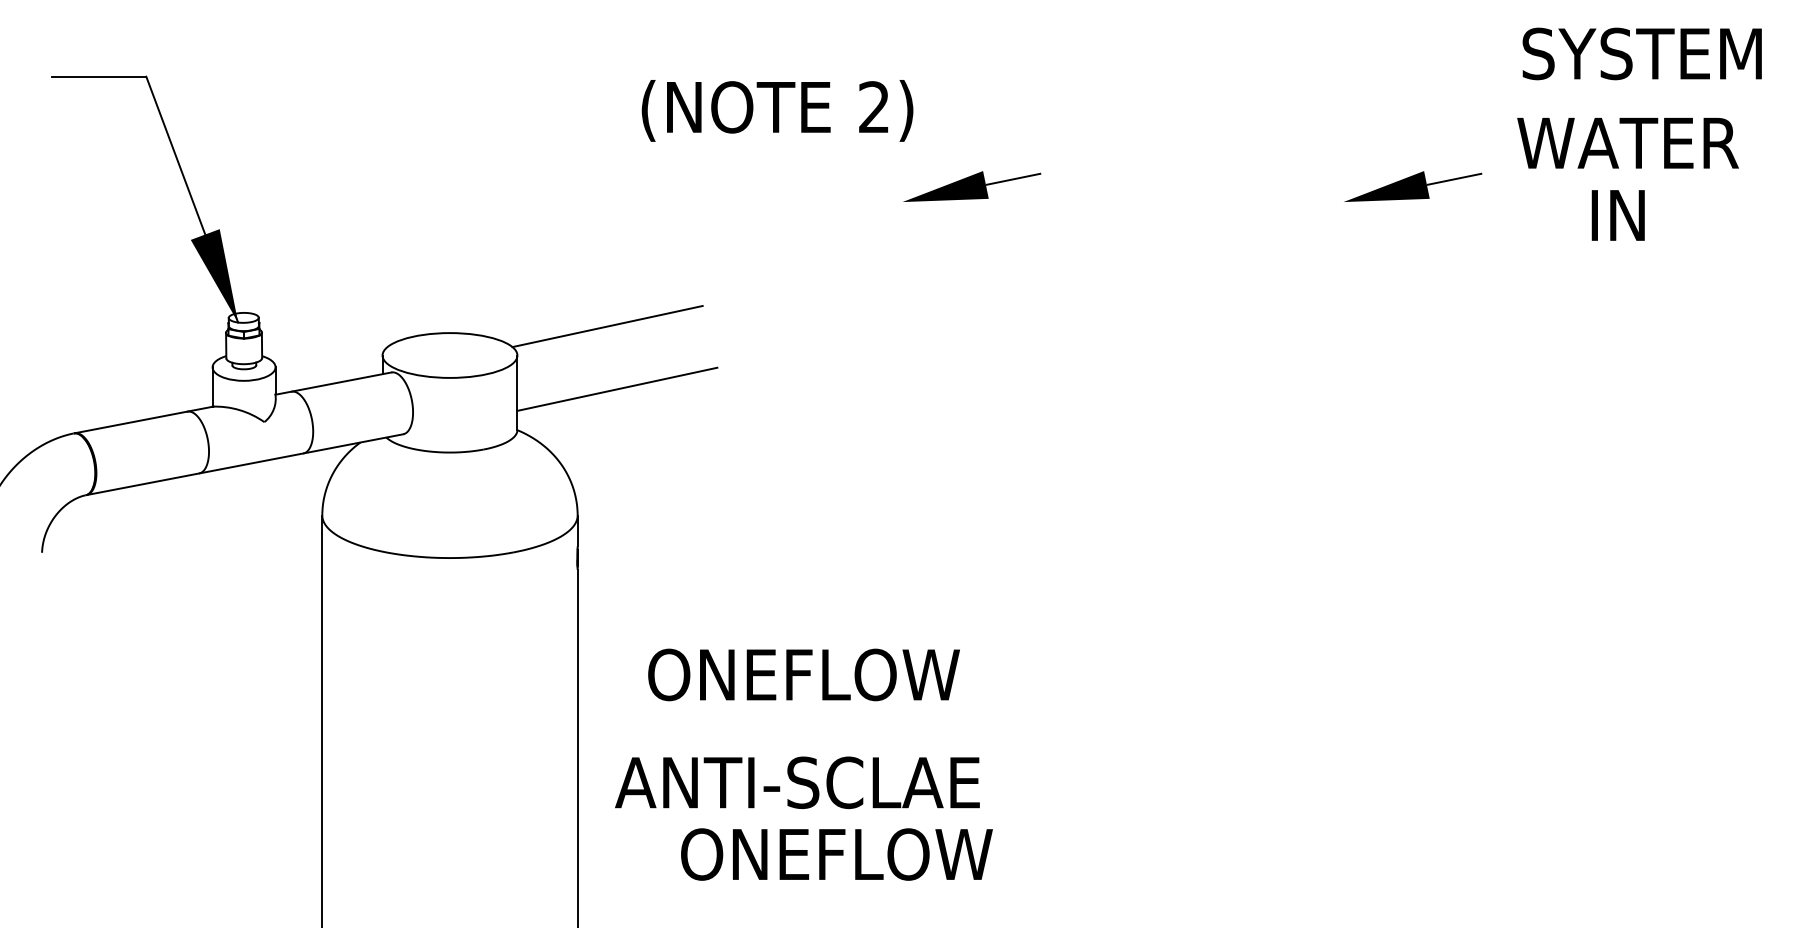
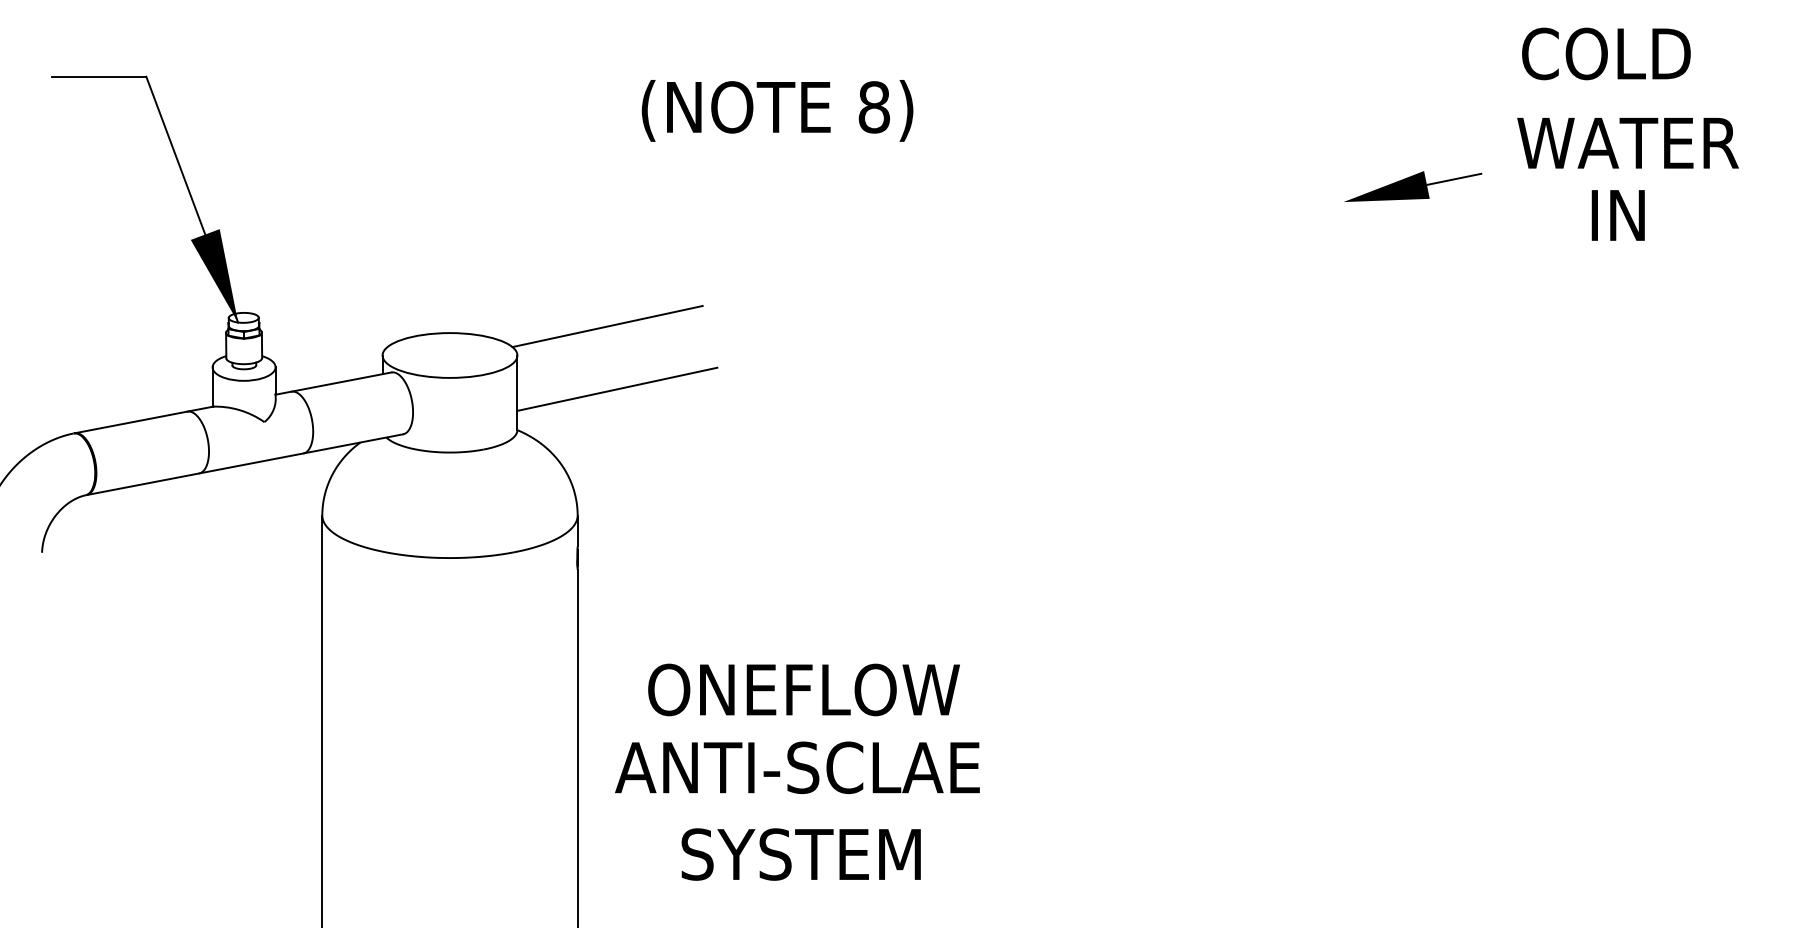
text at (1641, 53): SYSTEM -> COLD
text at (874, 107): 2) -> 8)
part at (972, 186): present -> none
text at (803, 674) position: (803, 674) -> (803, 689)
text at (797, 782) position: (797, 782) -> (797, 767)
text at (836, 854): ONEFLOW -> SYSTEM
